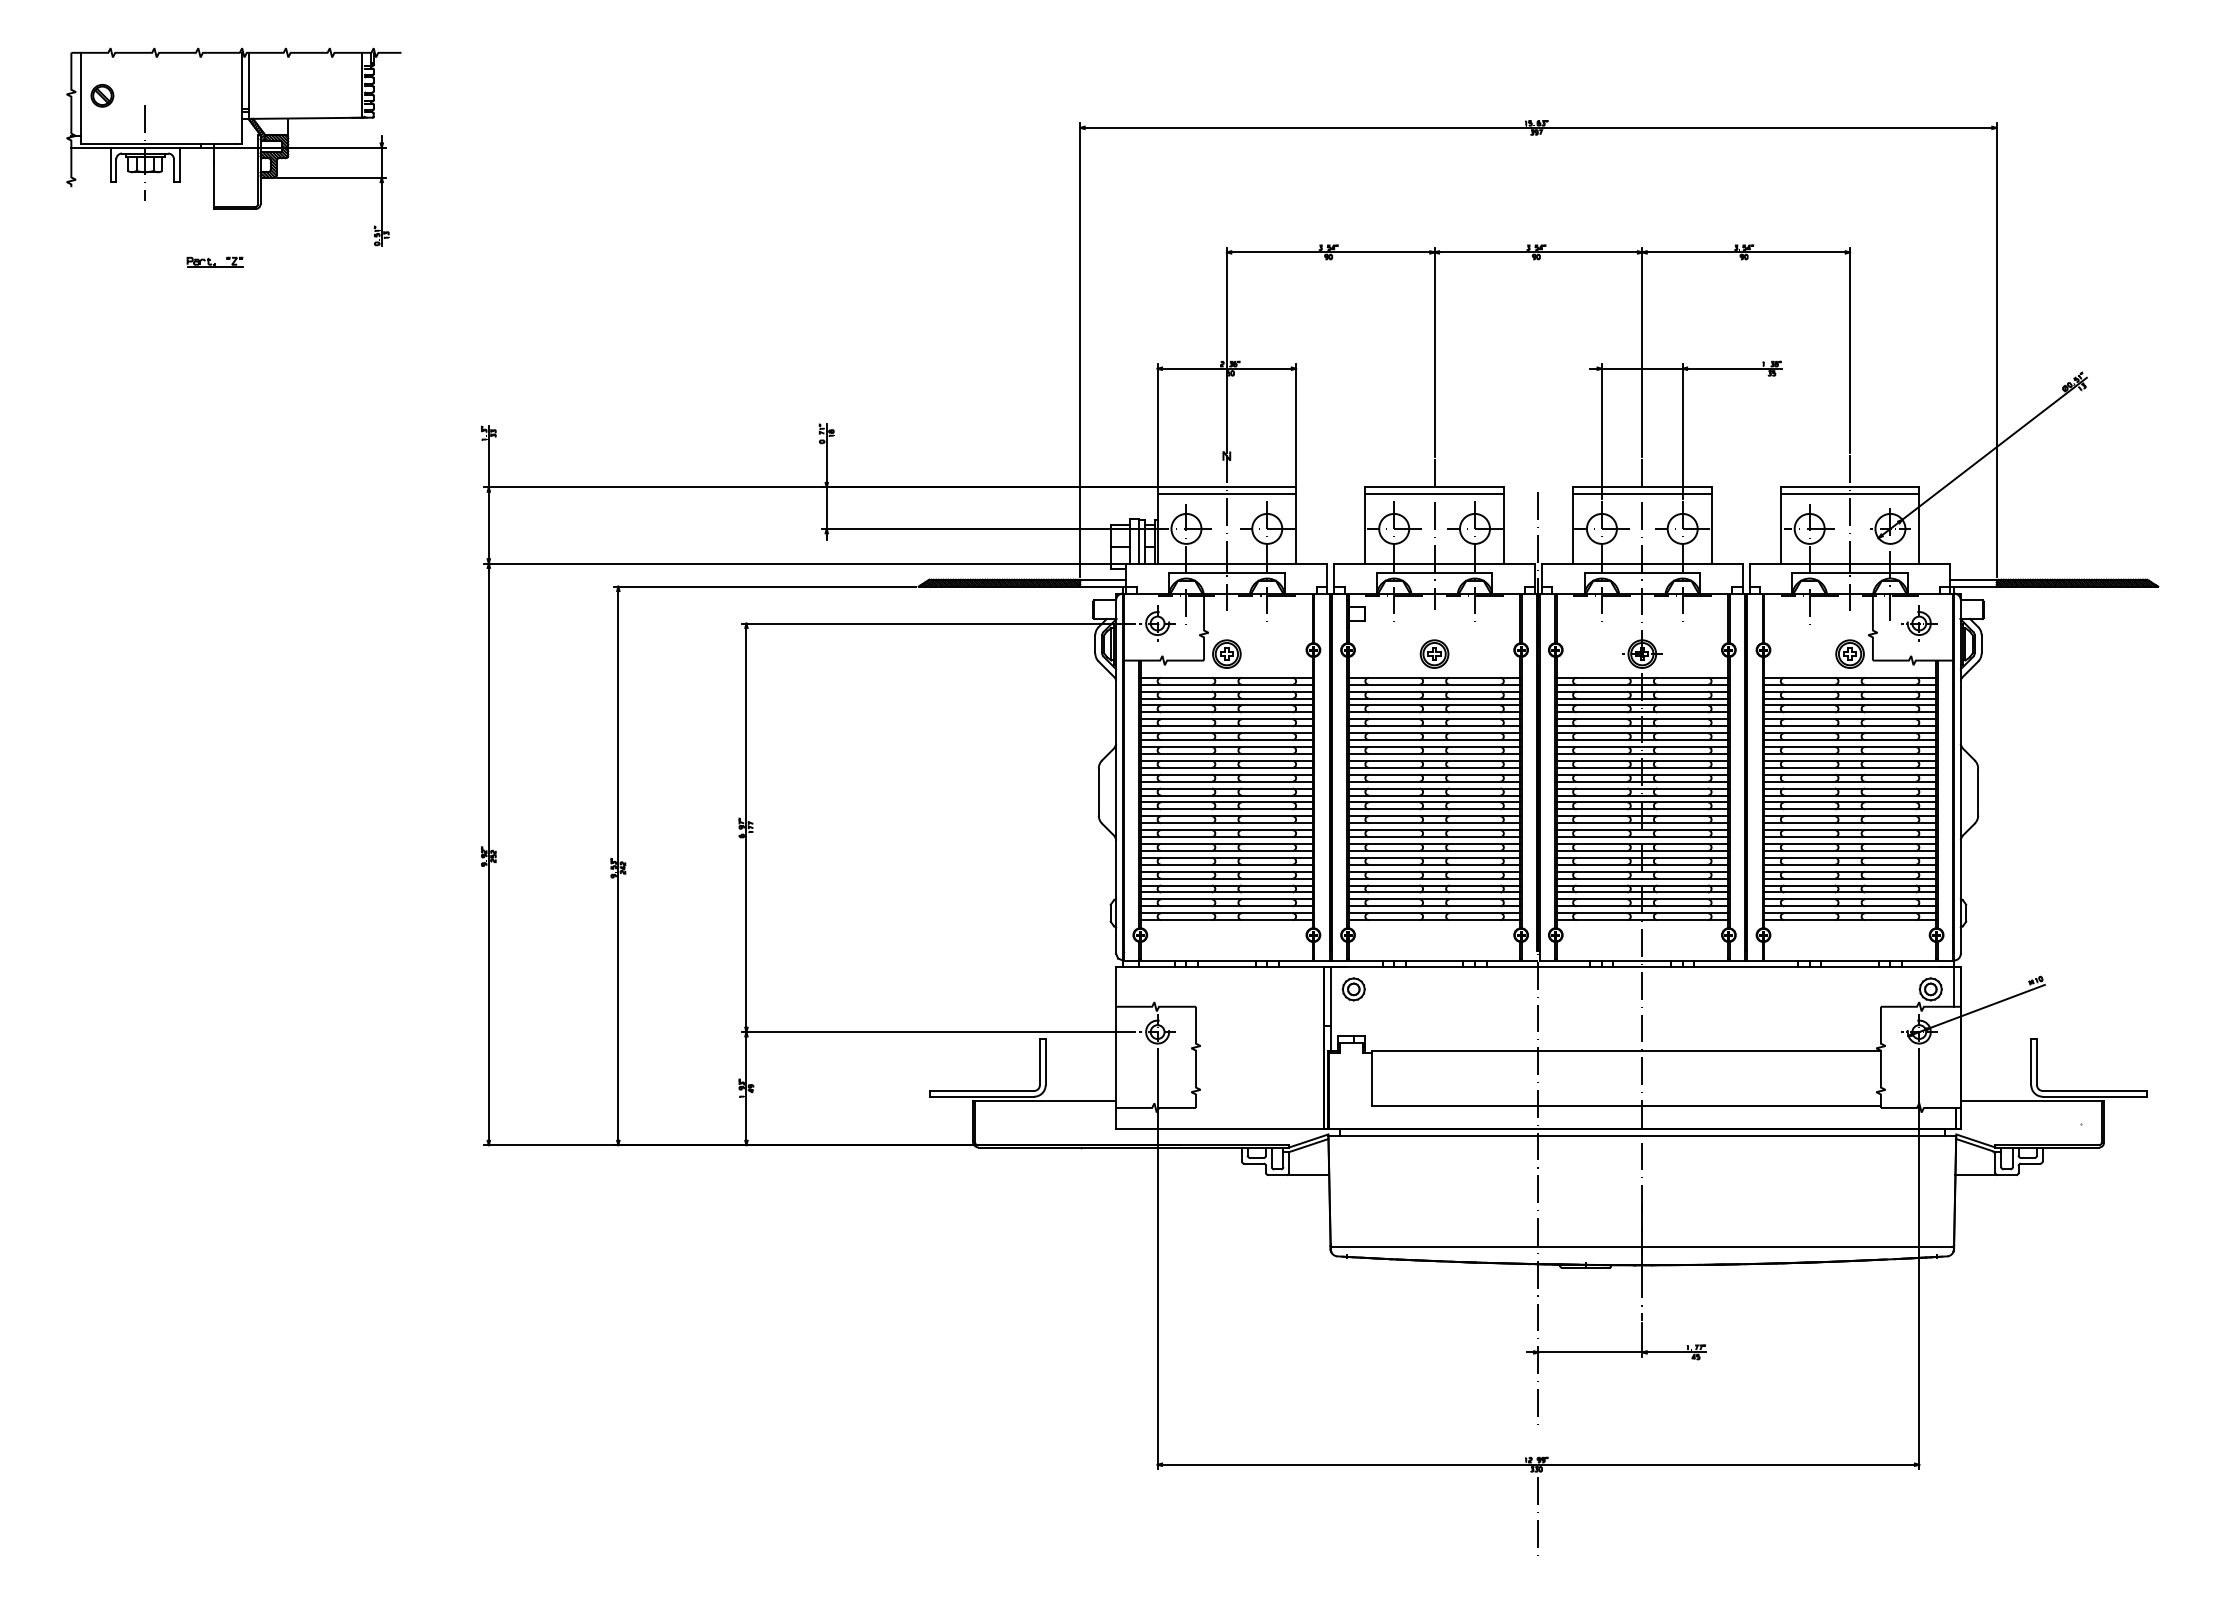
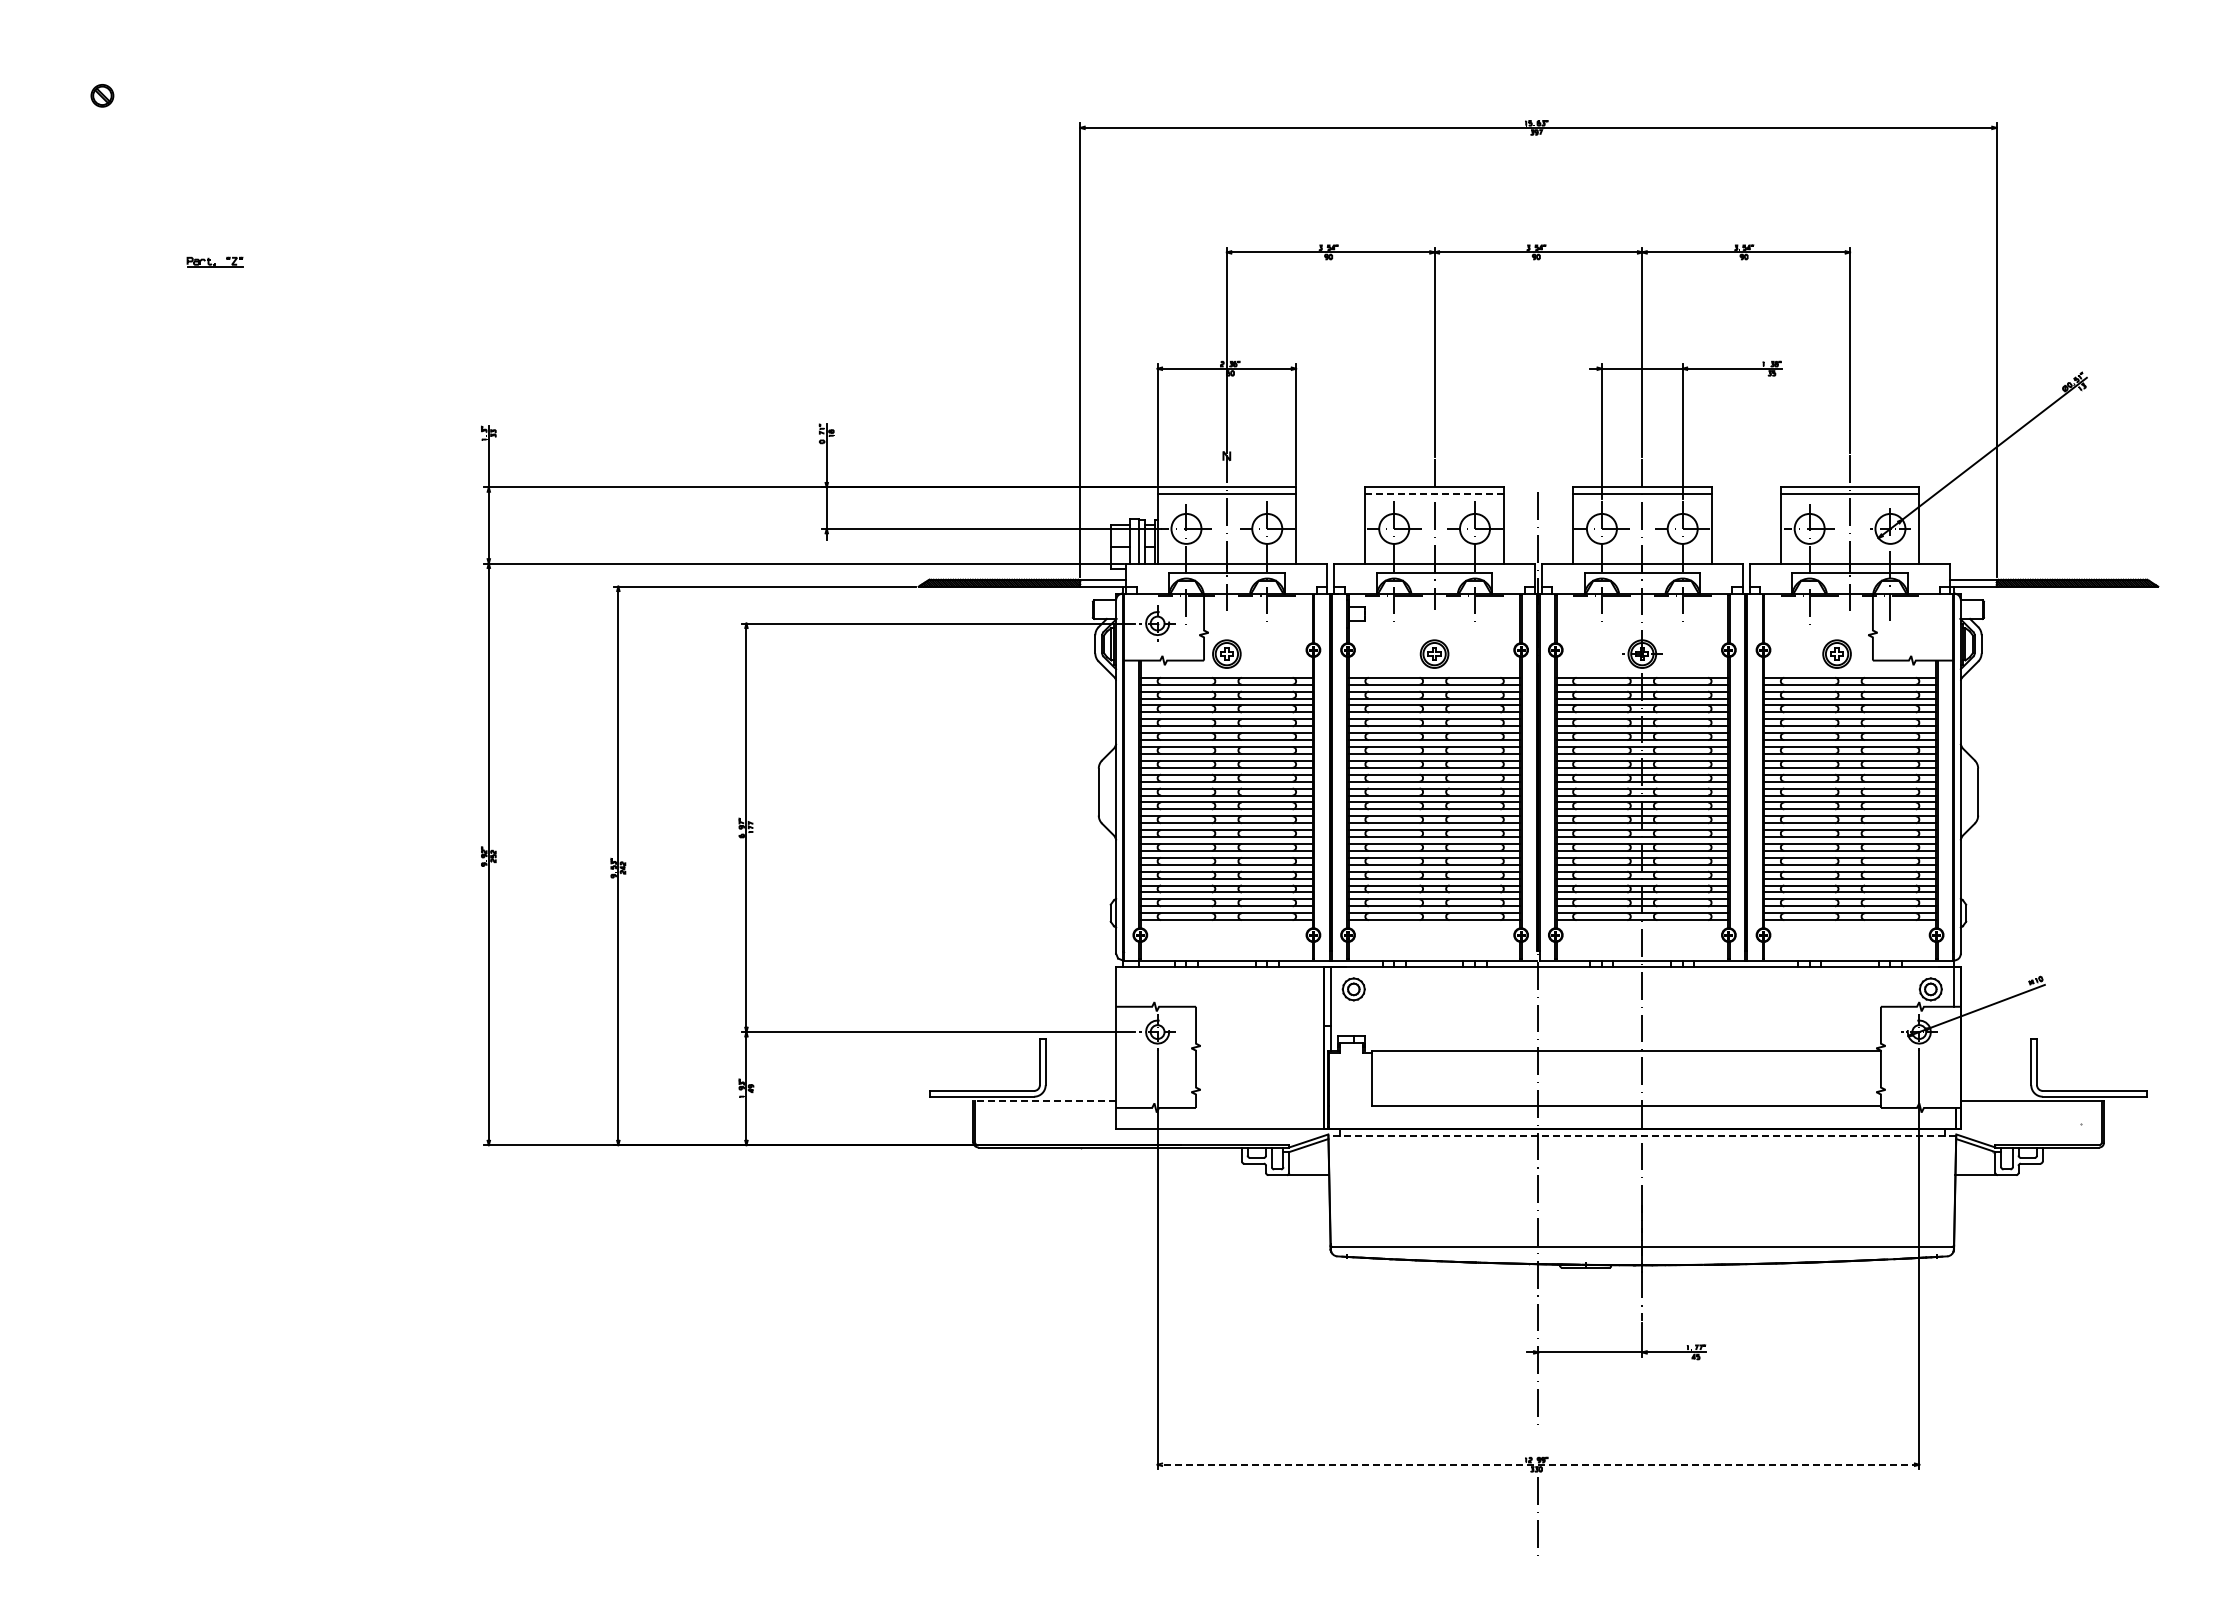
part at (233, 146): present -> none
line at (1434, 494): solid -> dashed
part at (1919, 623): present -> none
part at (1849, 653) position: (1849, 653) -> (1836, 653)
line at (1044, 1101): solid -> dashed
line at (1642, 1135): solid -> dashed
line at (1538, 1464): solid -> dashed
